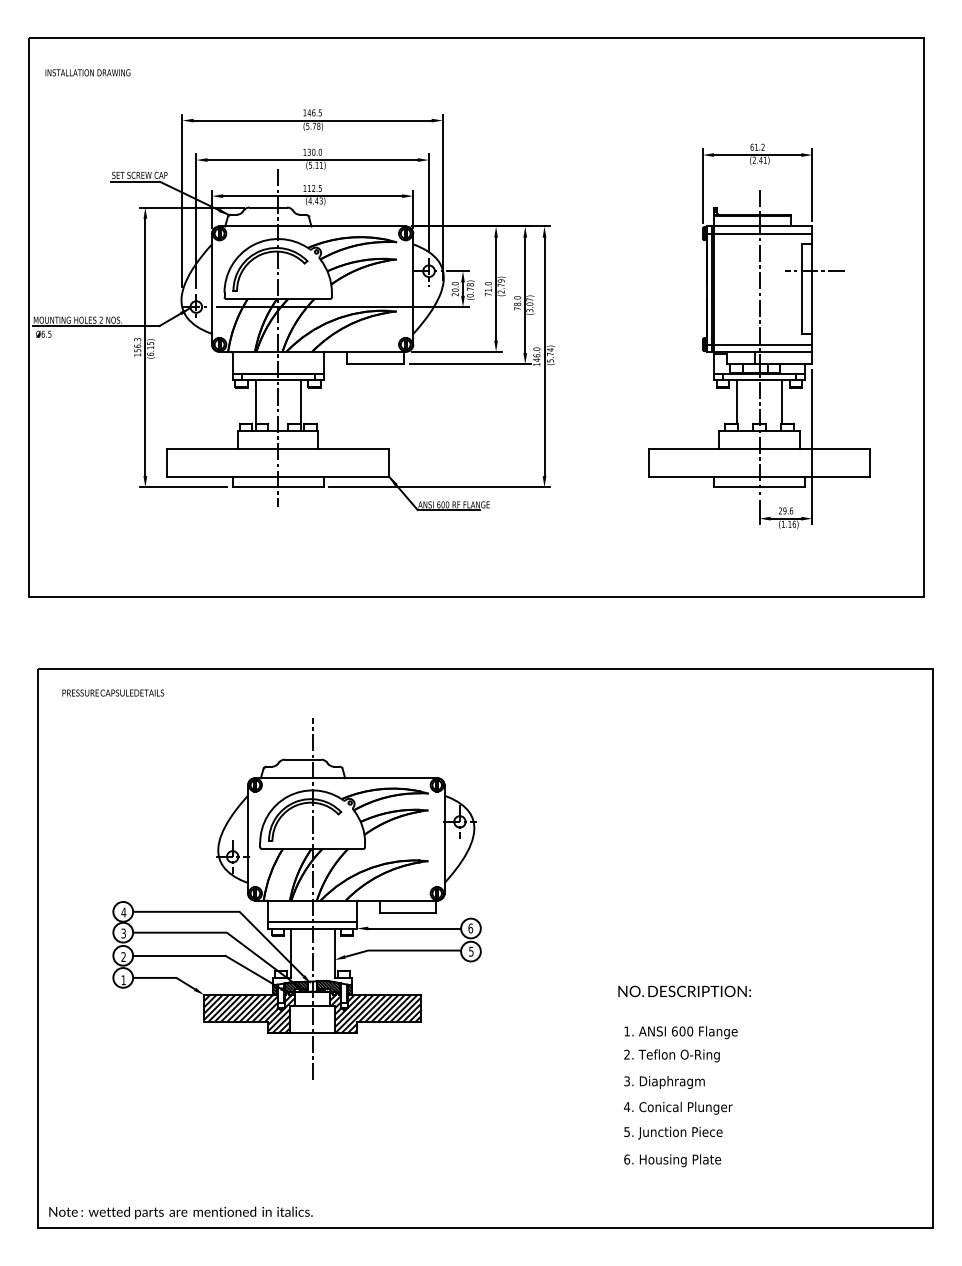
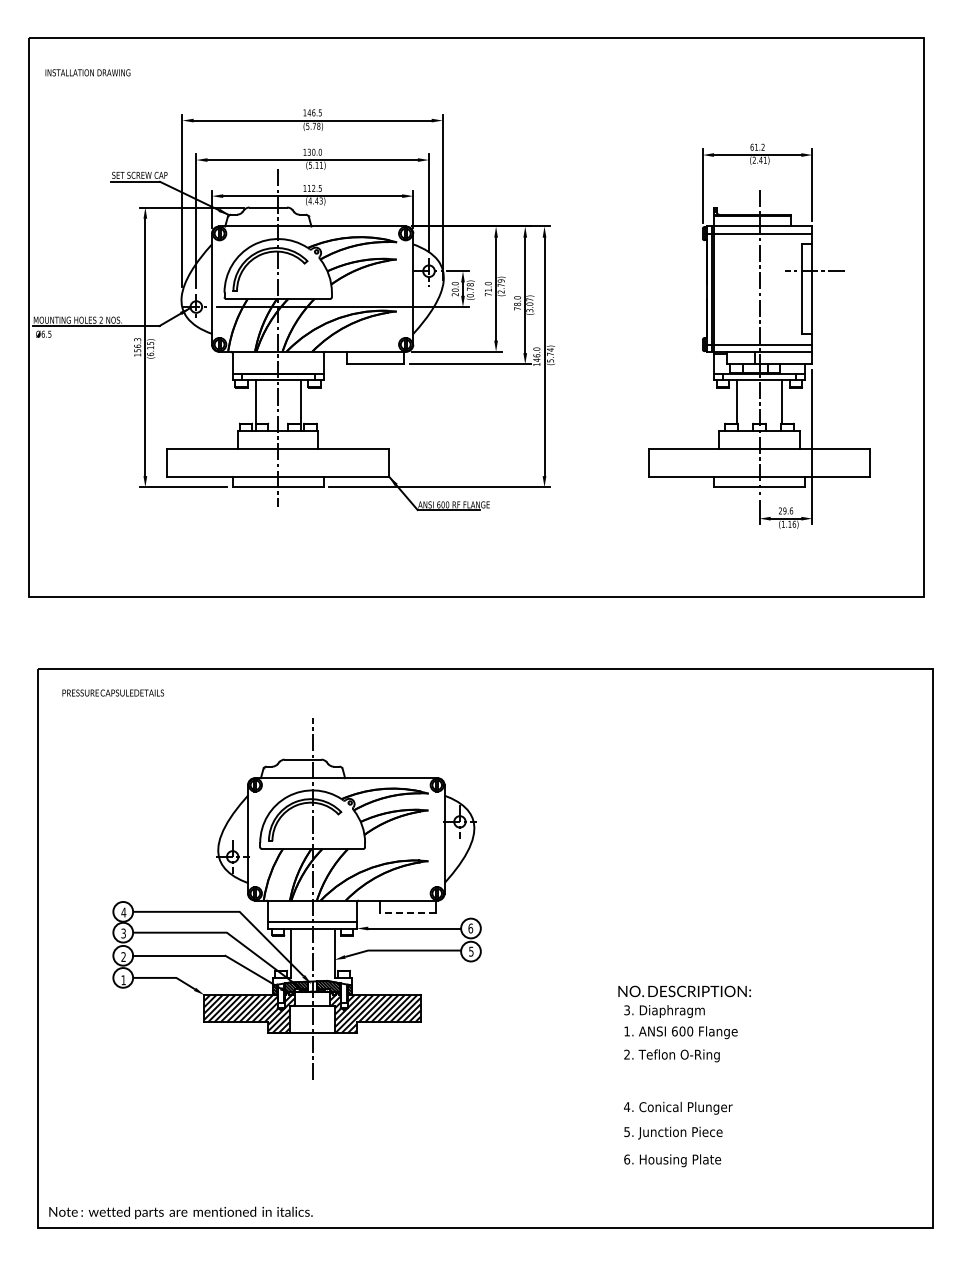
line at (407, 912): solid -> dashed
text at (664, 1082) position: (664, 1082) -> (664, 1011)
